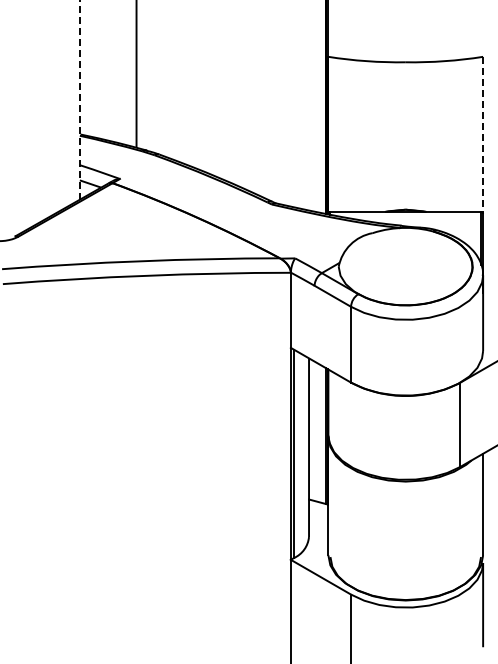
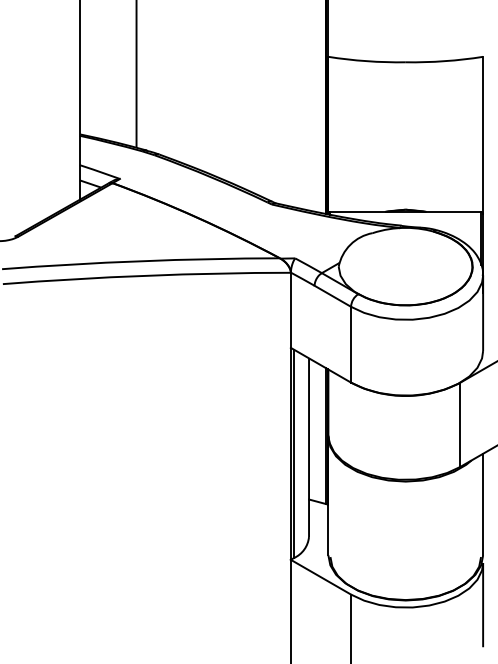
line at (79, 99): dashed -> solid
line at (483, 135): dashed -> solid
